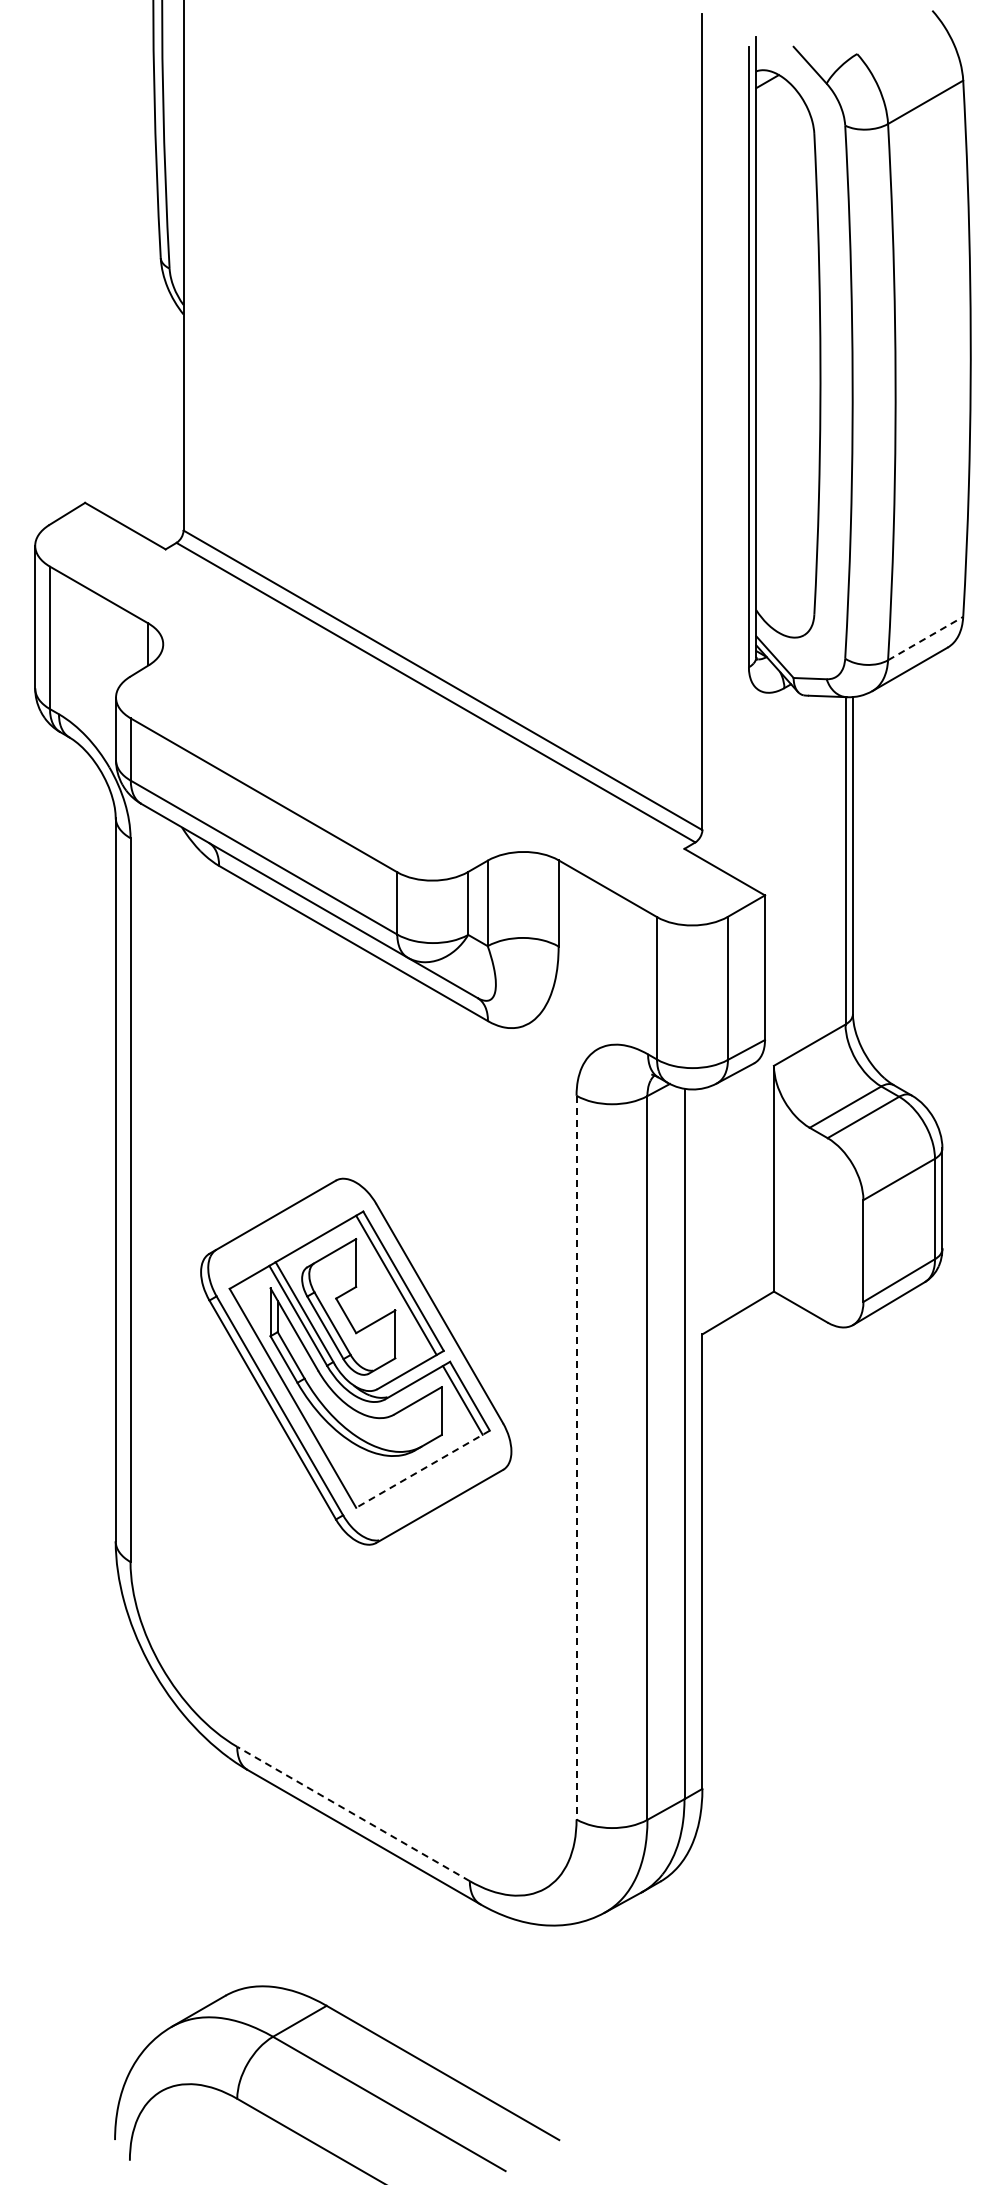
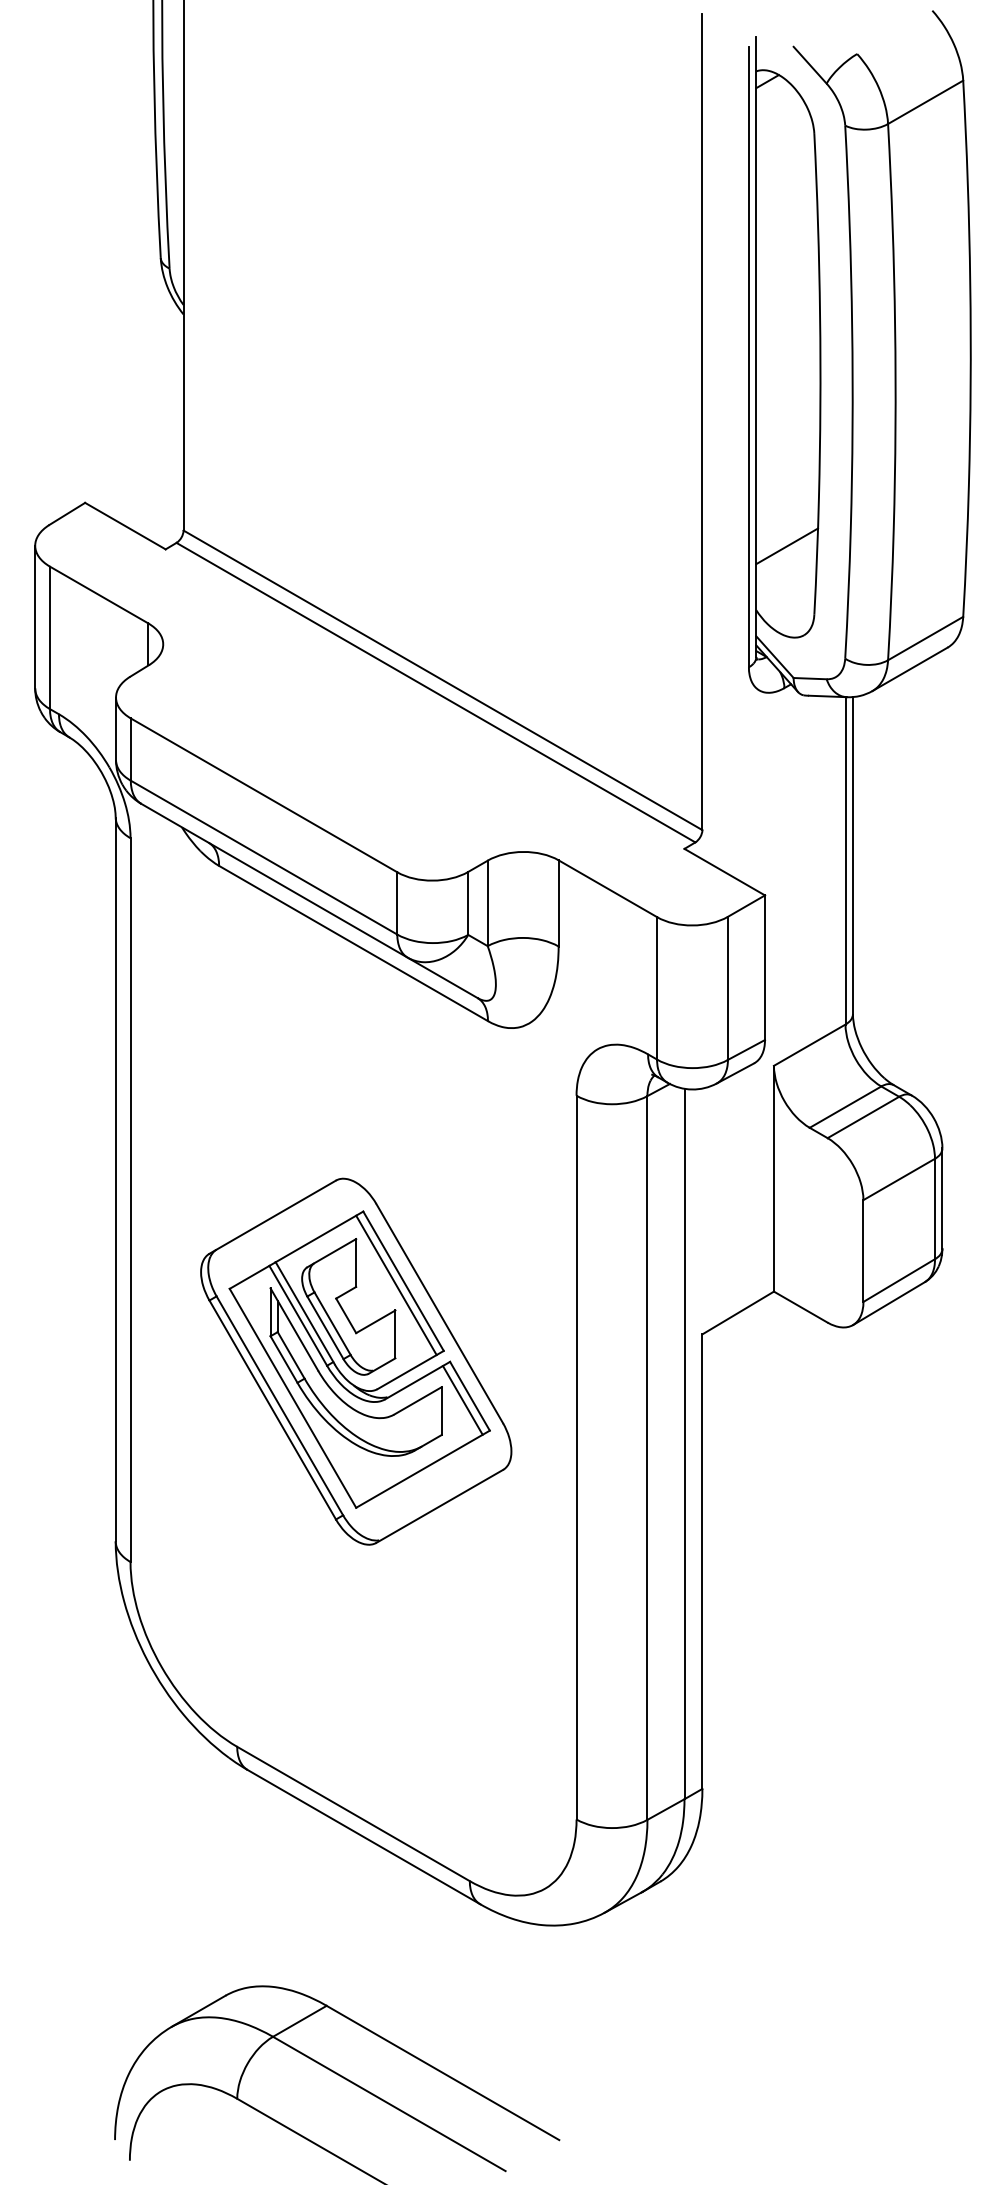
line at (786, 546): none -> present
line at (926, 638): dashed -> solid
line at (576, 1457): dashed -> solid
line at (422, 1469): dashed -> solid
line at (353, 1813): dashed -> solid
